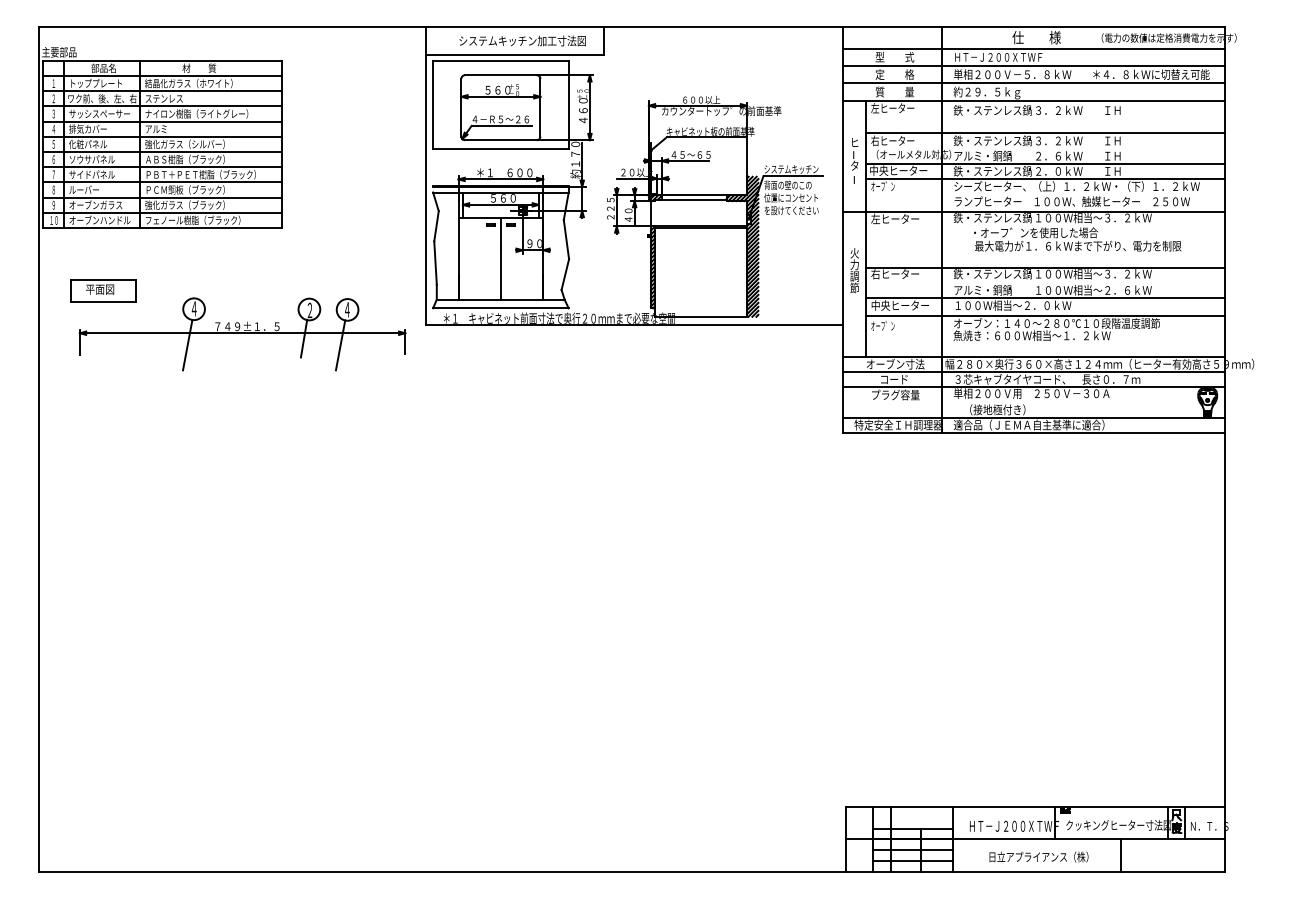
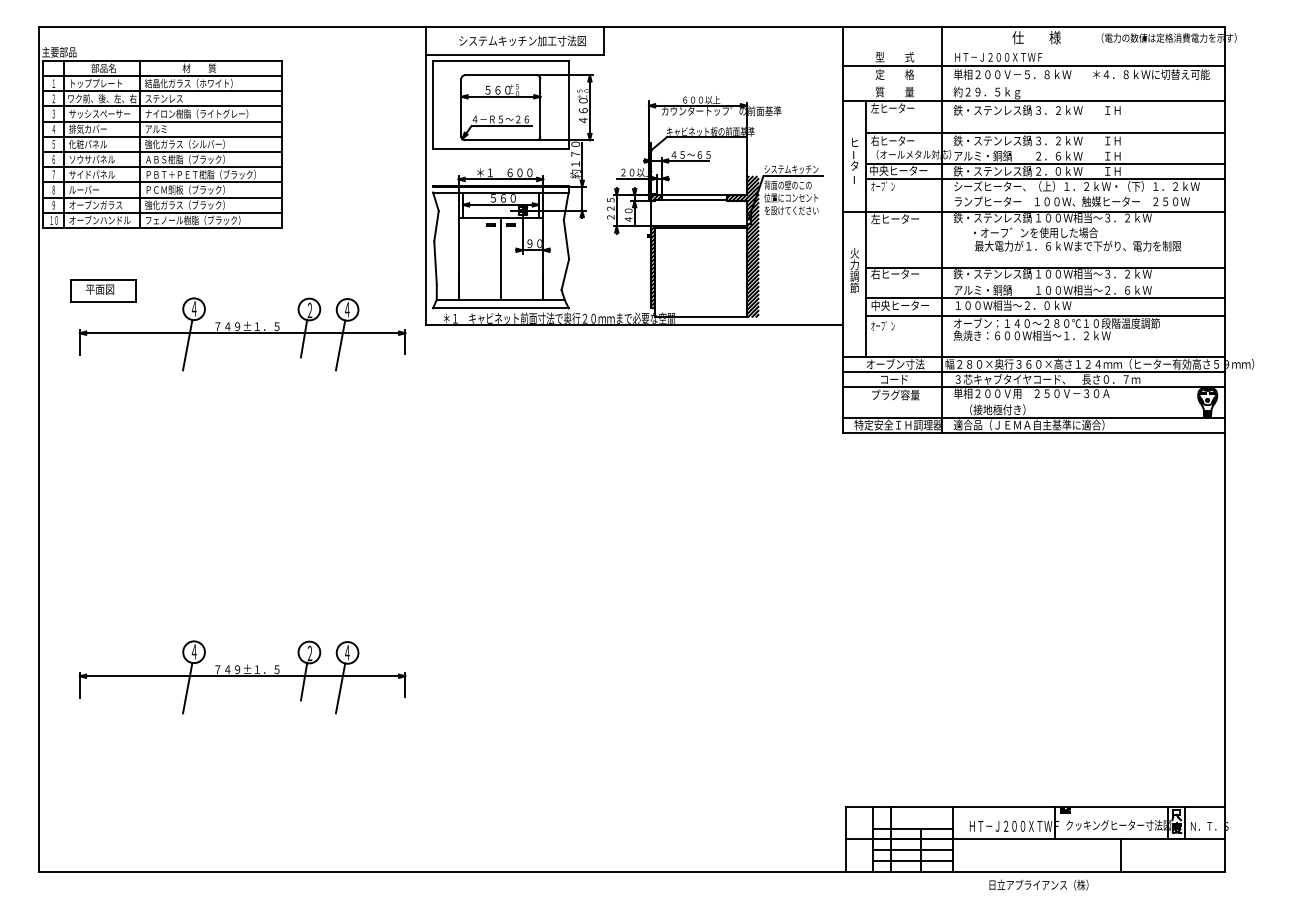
line at (1033, 48): present -> none
line at (1033, 83): present -> none
part at (242, 677): none -> present
text at (1038, 856) position: (1038, 856) -> (1038, 884)
